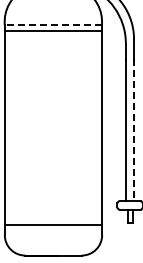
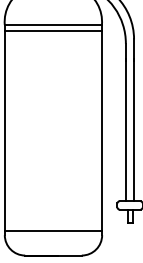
line at (53, 25): dashed -> solid
line at (134, 130): dashed -> solid
line at (53, 224) position: (53, 224) -> (53, 230)
